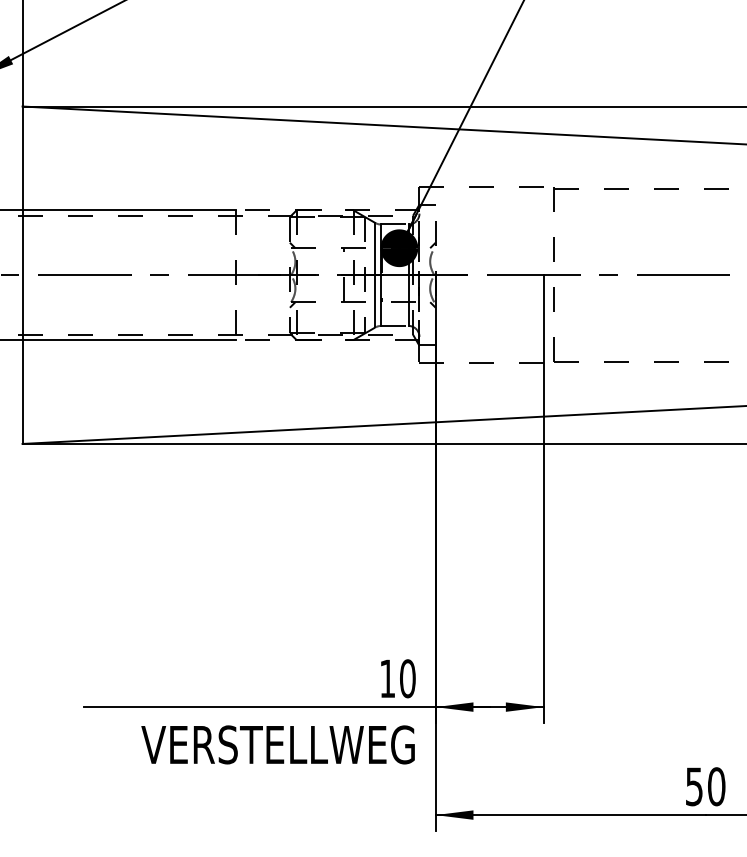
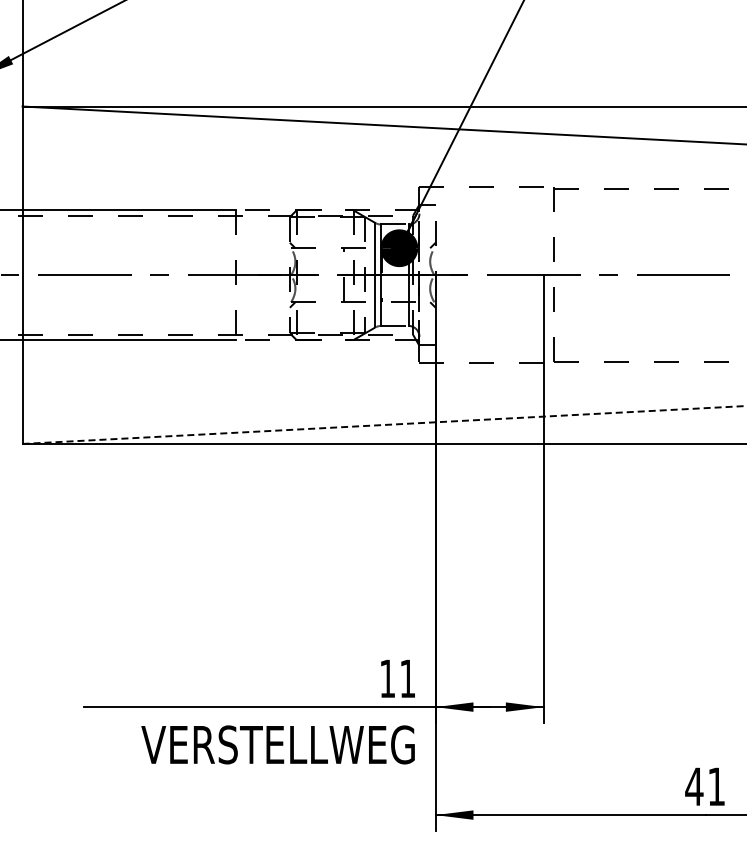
line at (384, 424): solid -> dashed
text at (407, 678): 10 -> 11
text at (705, 786): 50 -> 41
